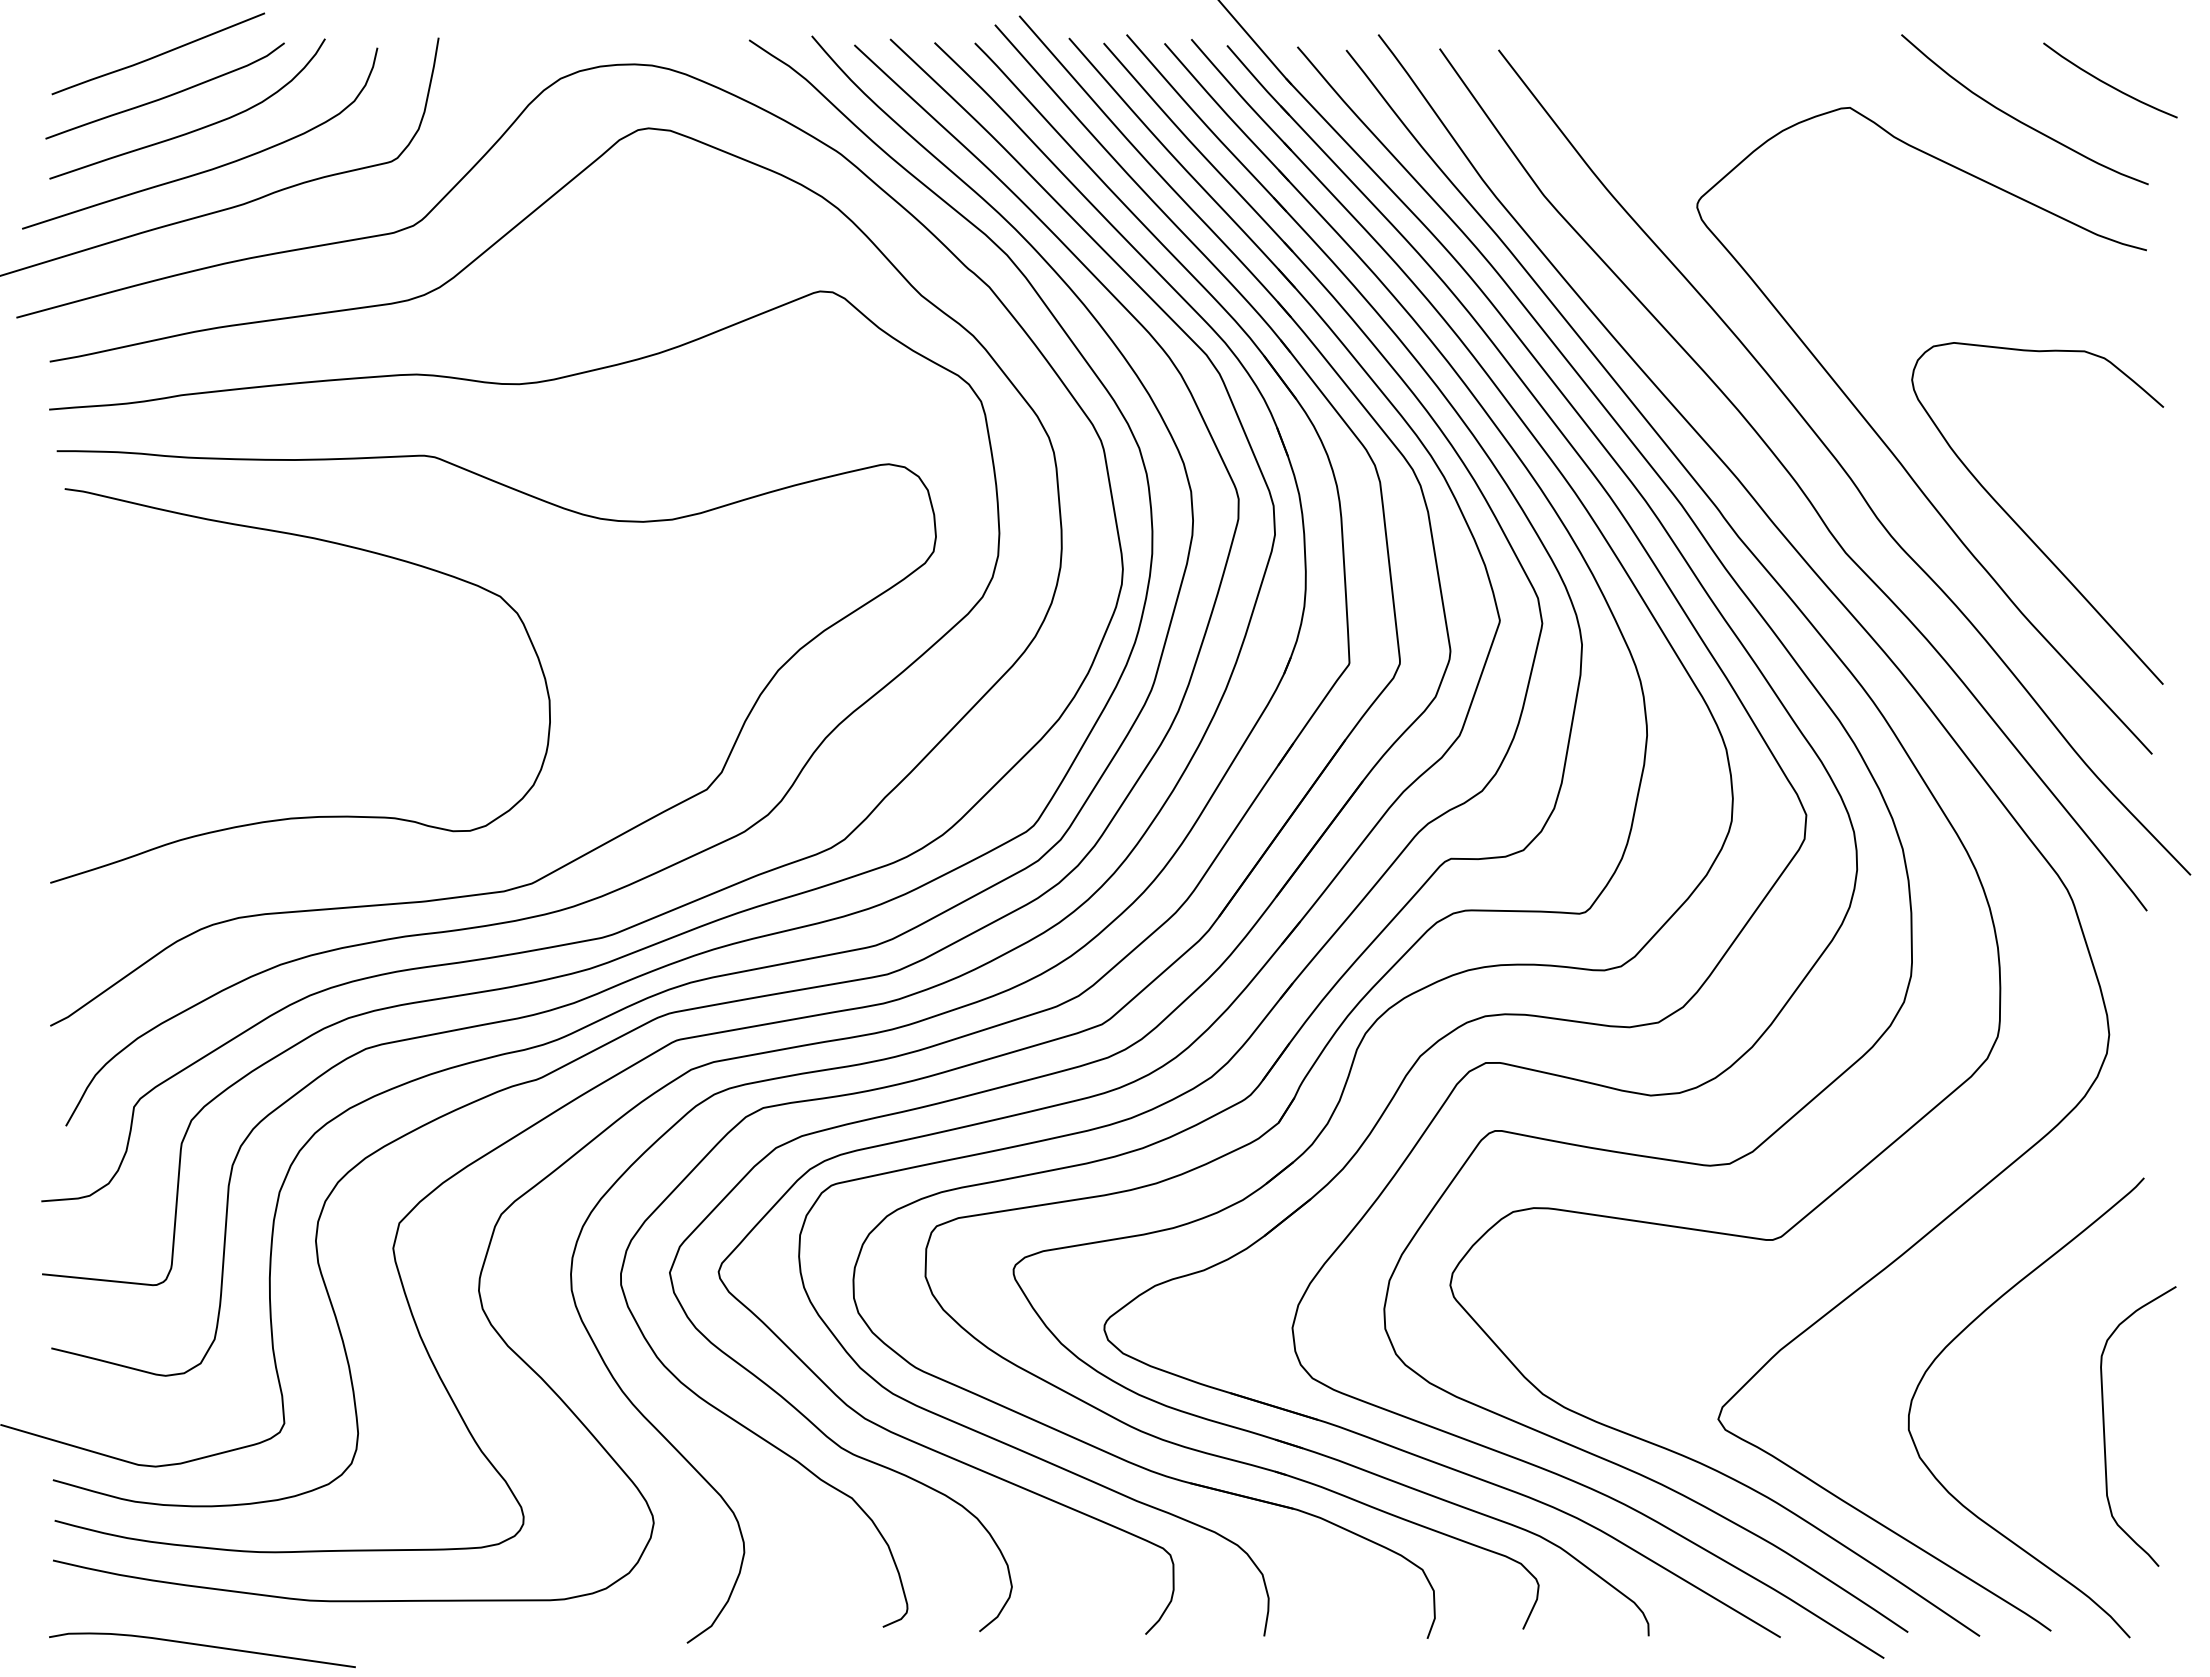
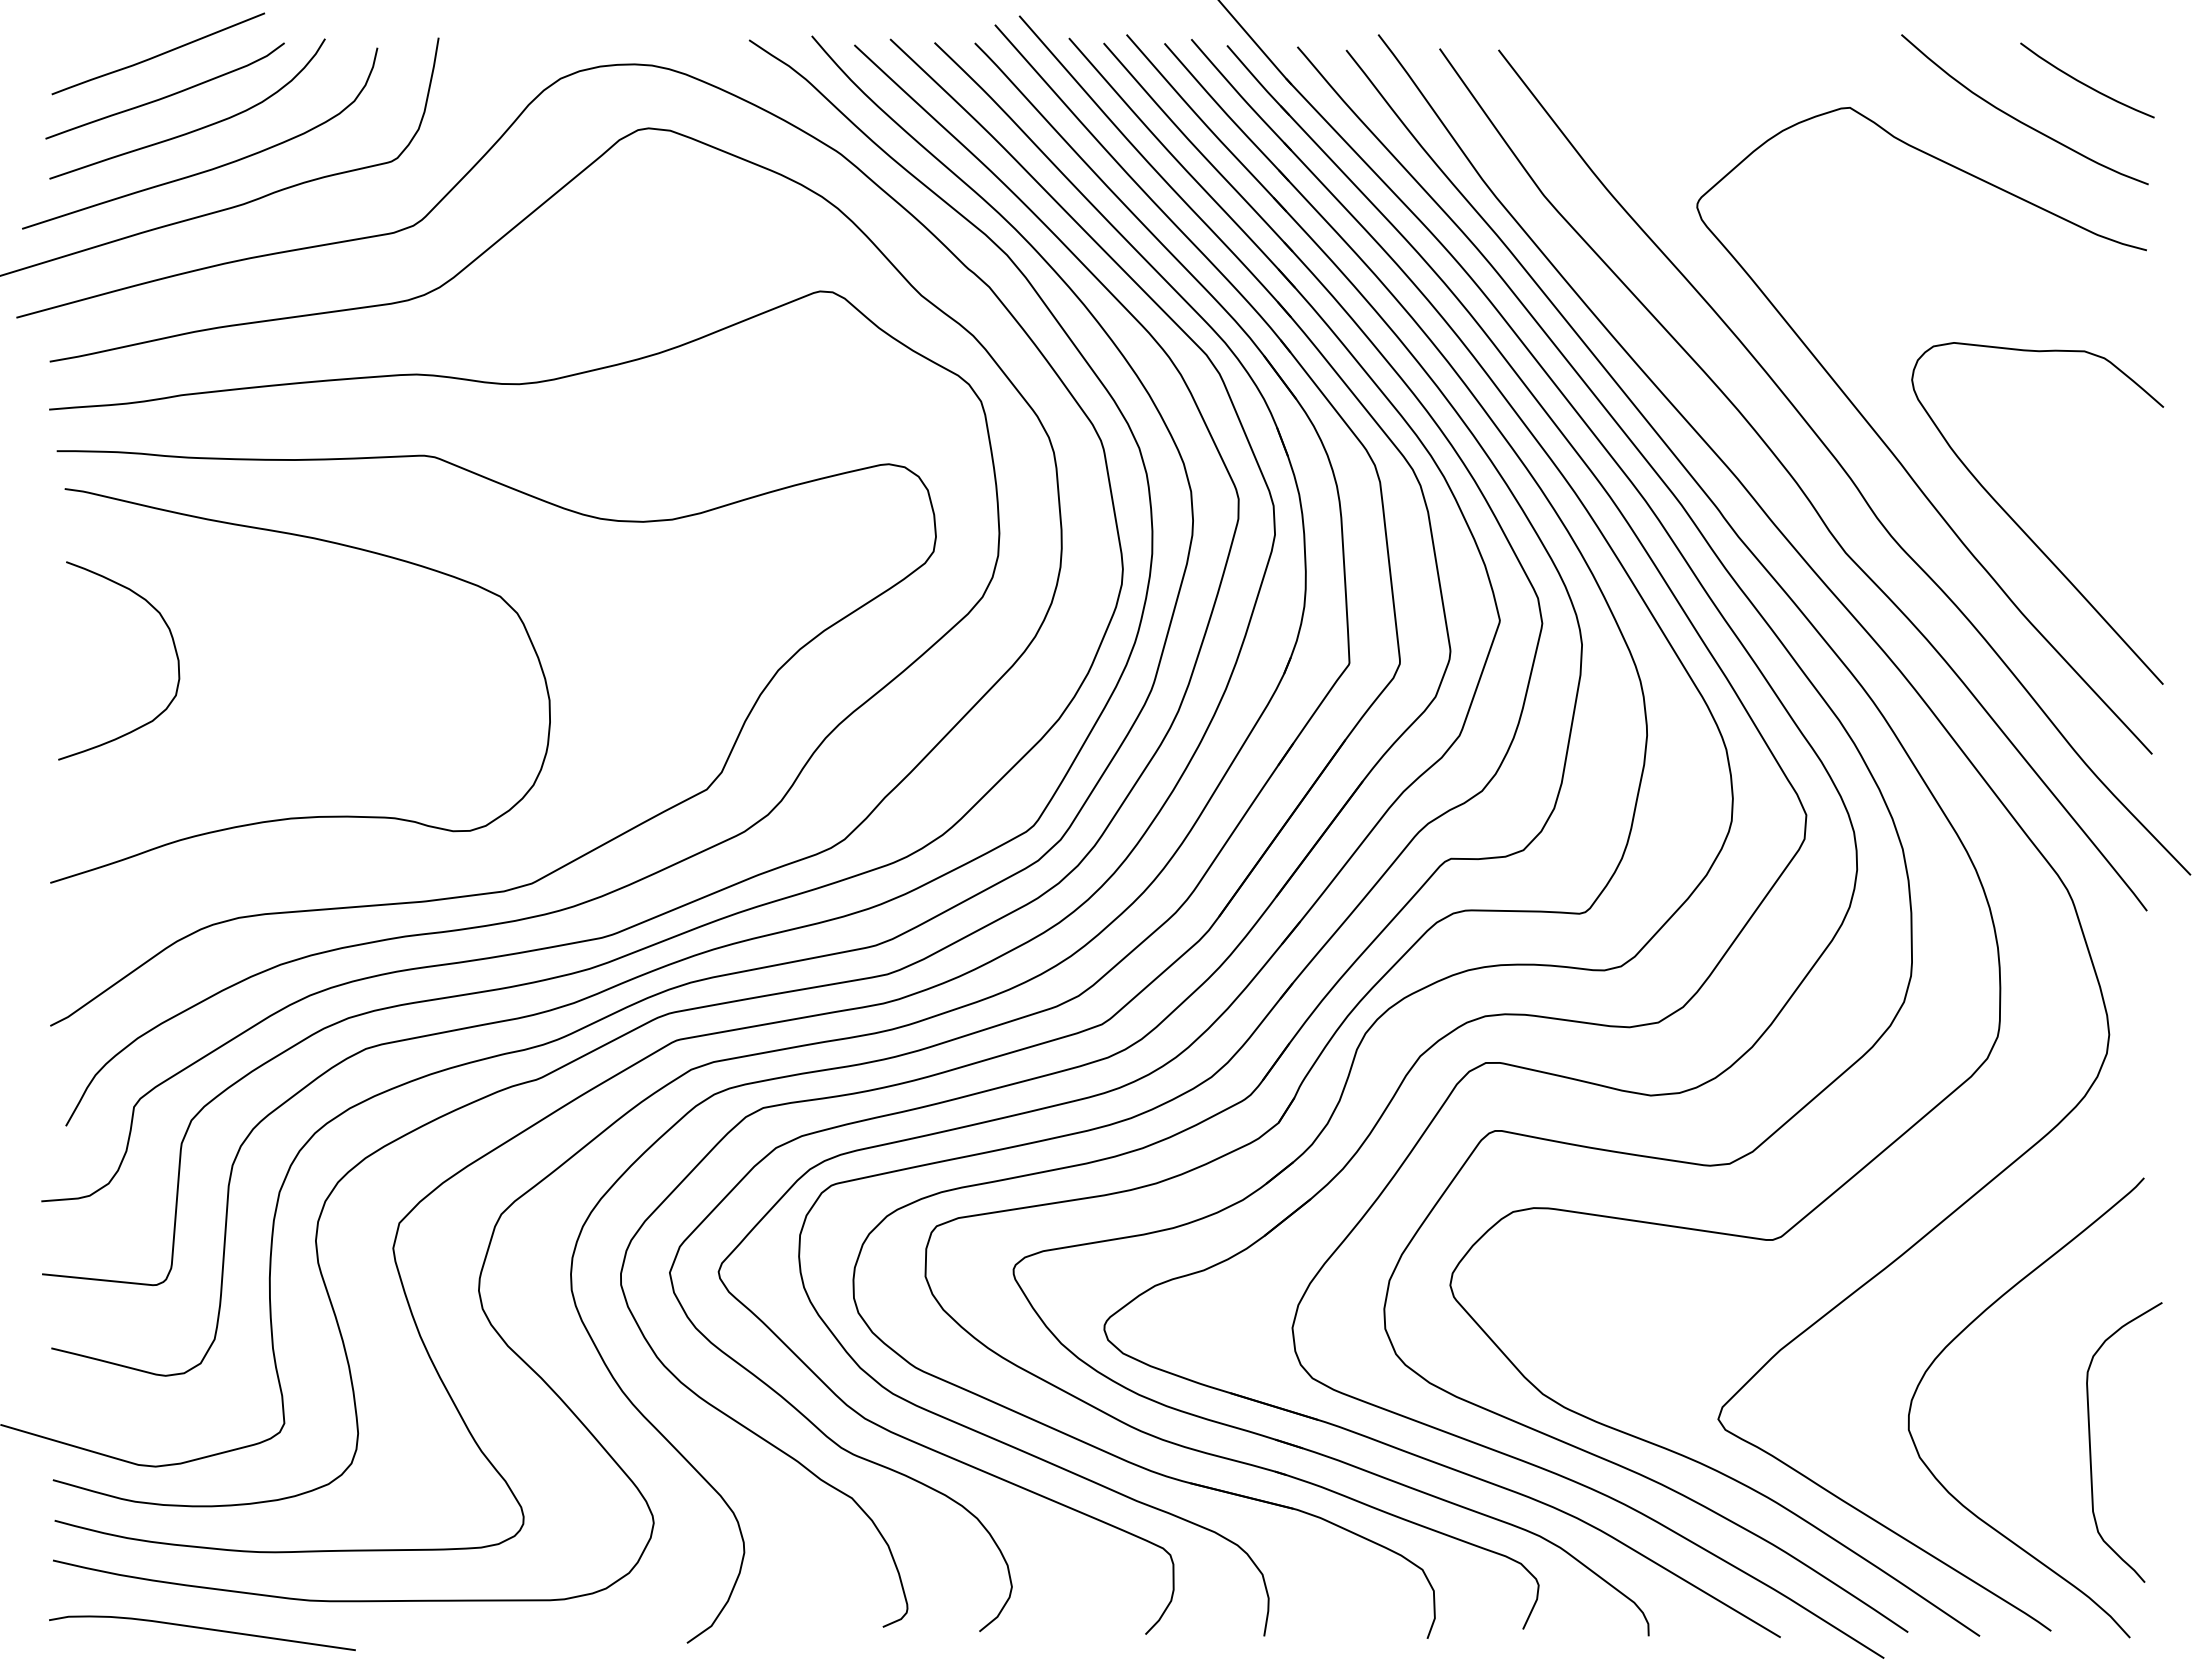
curve at (2108, 83) position: (2108, 83) -> (2085, 83)
curve at (172, 642): none -> present
curve at (2105, 1434) position: (2105, 1434) -> (2091, 1450)
curve at (202, 1646) position: (202, 1646) -> (202, 1629)
